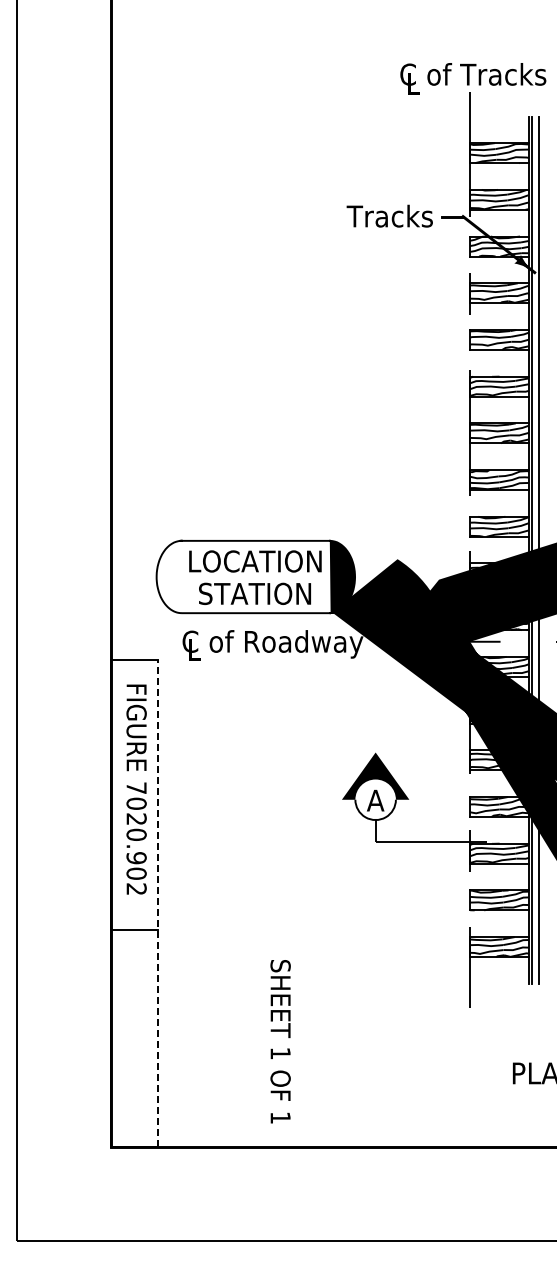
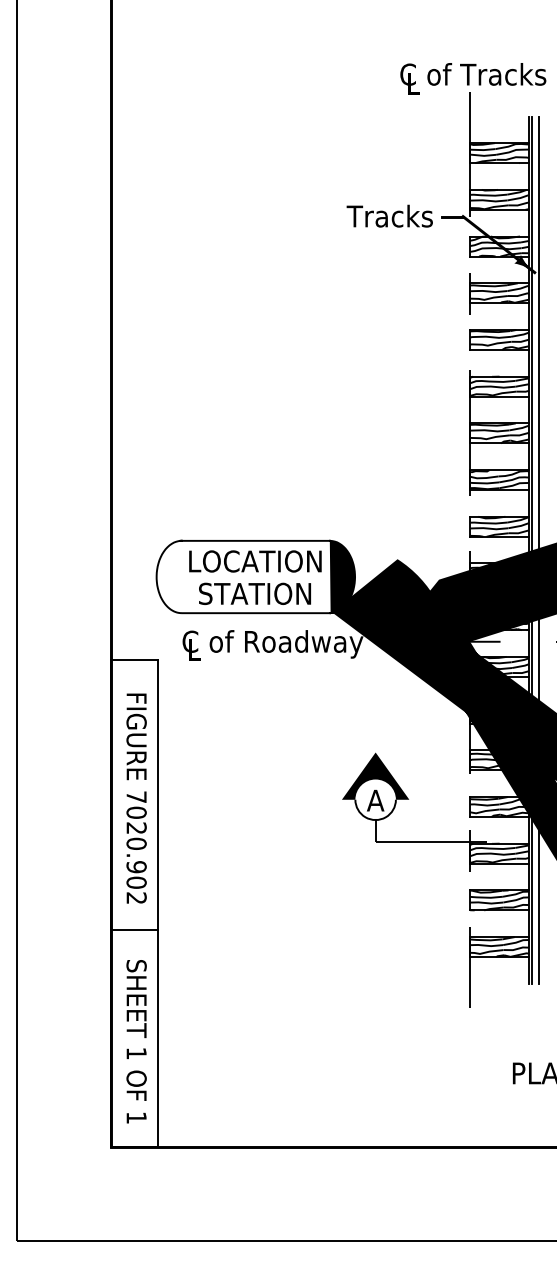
text at (136, 789) position: (136, 789) -> (136, 798)
line at (157, 902): dashed -> solid
text at (280, 1041) position: (280, 1041) -> (136, 1041)
